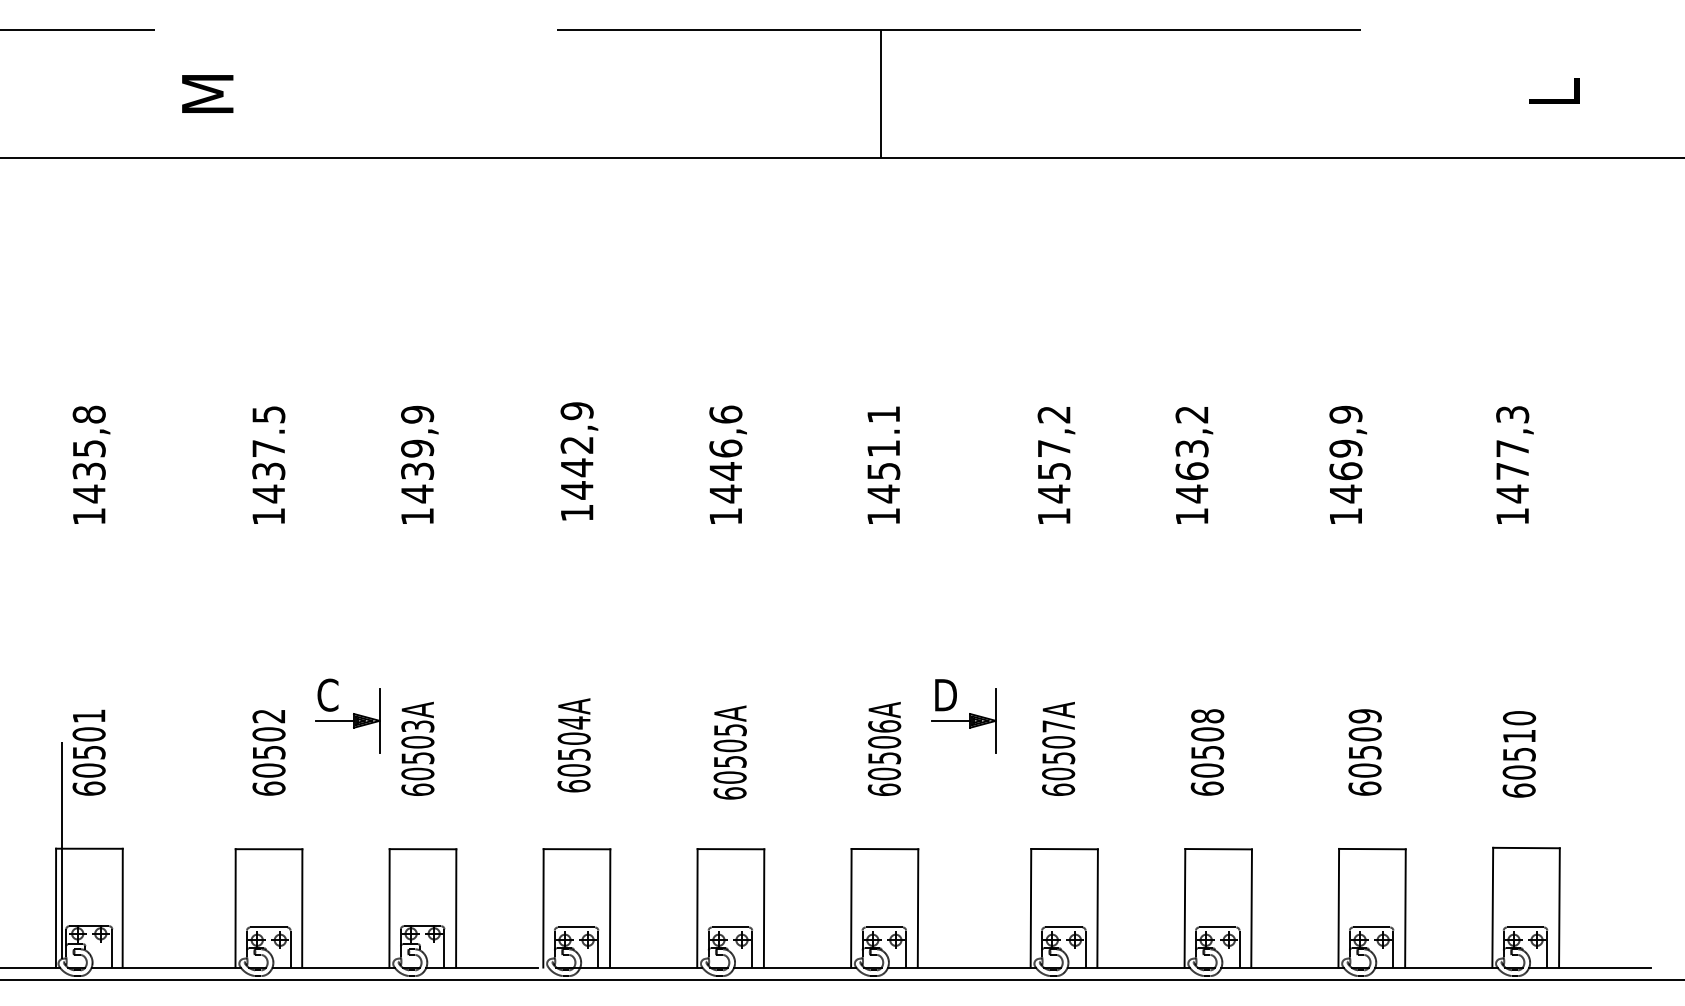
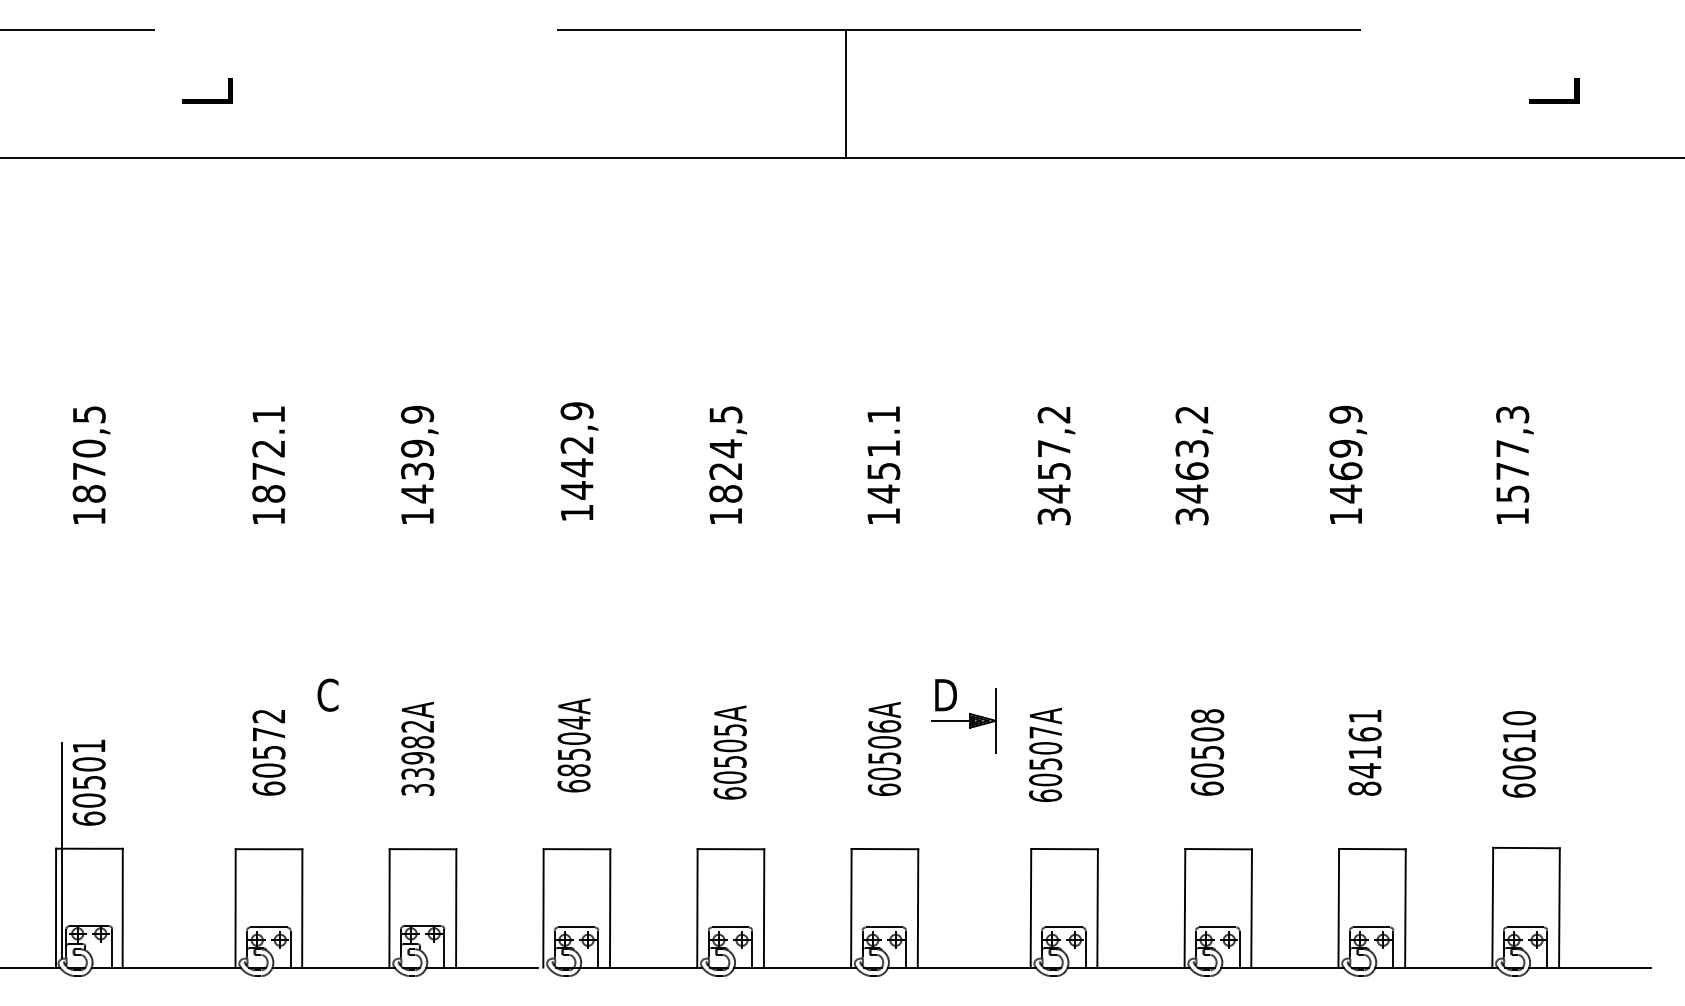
text at (207, 93): M -> L
line at (881, 93) position: (881, 93) -> (846, 93)
text at (88, 454): 1435,8 -> 1870,5
text at (268, 454): 1437.5 -> 1872.1
text at (725, 454): 1446,6 -> 1824,5
text at (1512, 493): 1477,3 -> 1577,3
text at (1053, 516): 1457,2 -> 3457,2
text at (1191, 516): 1463,2 -> 3463,2
part at (347, 720): present -> none
text at (268, 734): 60502 -> 60572
text at (1058, 748) position: (1058, 748) -> (1045, 754)
text at (88, 752) position: (88, 752) -> (88, 782)
text at (1364, 752): 60509 -> 84161
text at (1518, 754): 60510 -> 60610
text at (417, 757): 60503A -> 33982A
text at (574, 770): 60504A -> 68504A
line at (841, 979): present -> none
